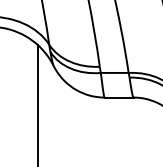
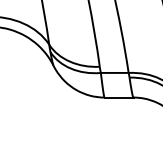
line at (37, 104): present -> none
